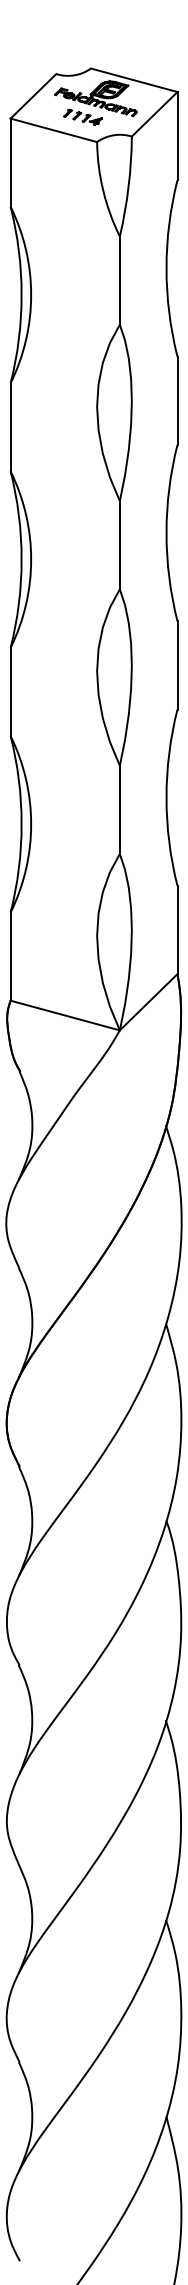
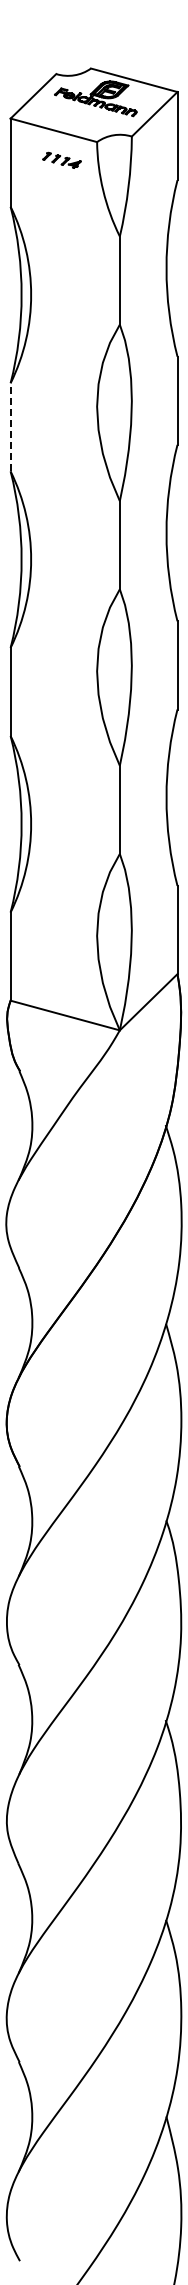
part at (82, 116) position: (82, 116) -> (61, 159)
line at (10, 426): solid -> dashed
